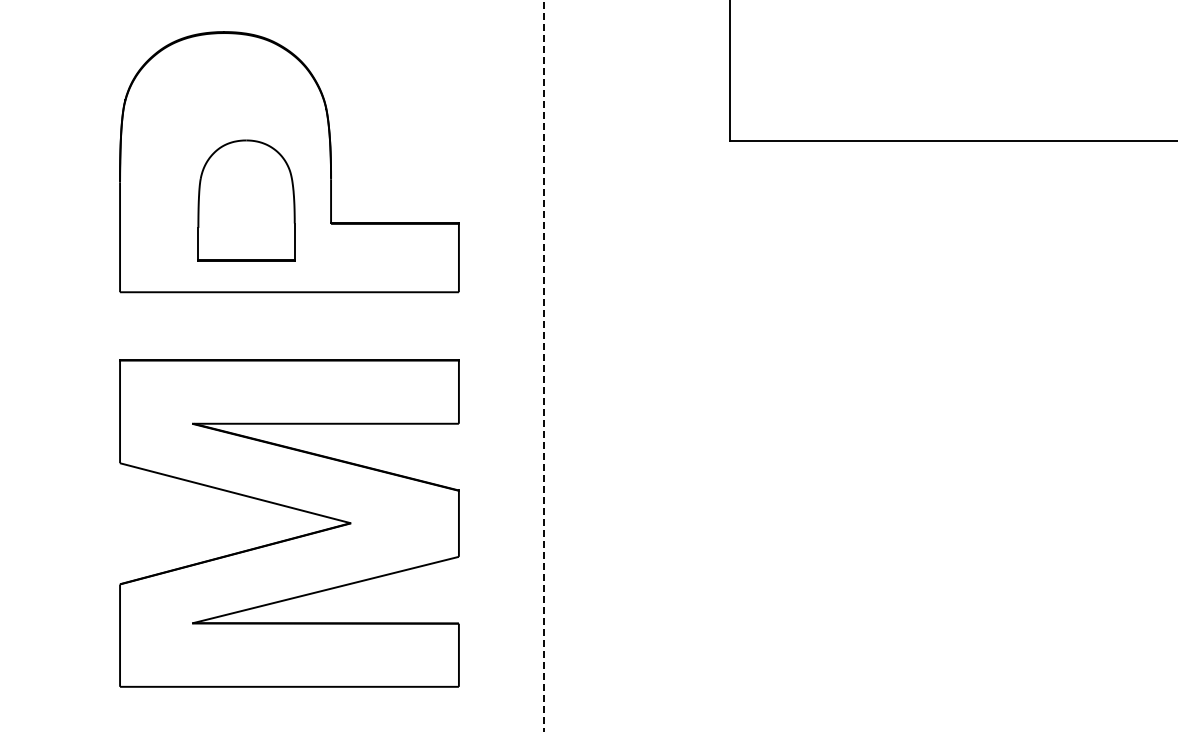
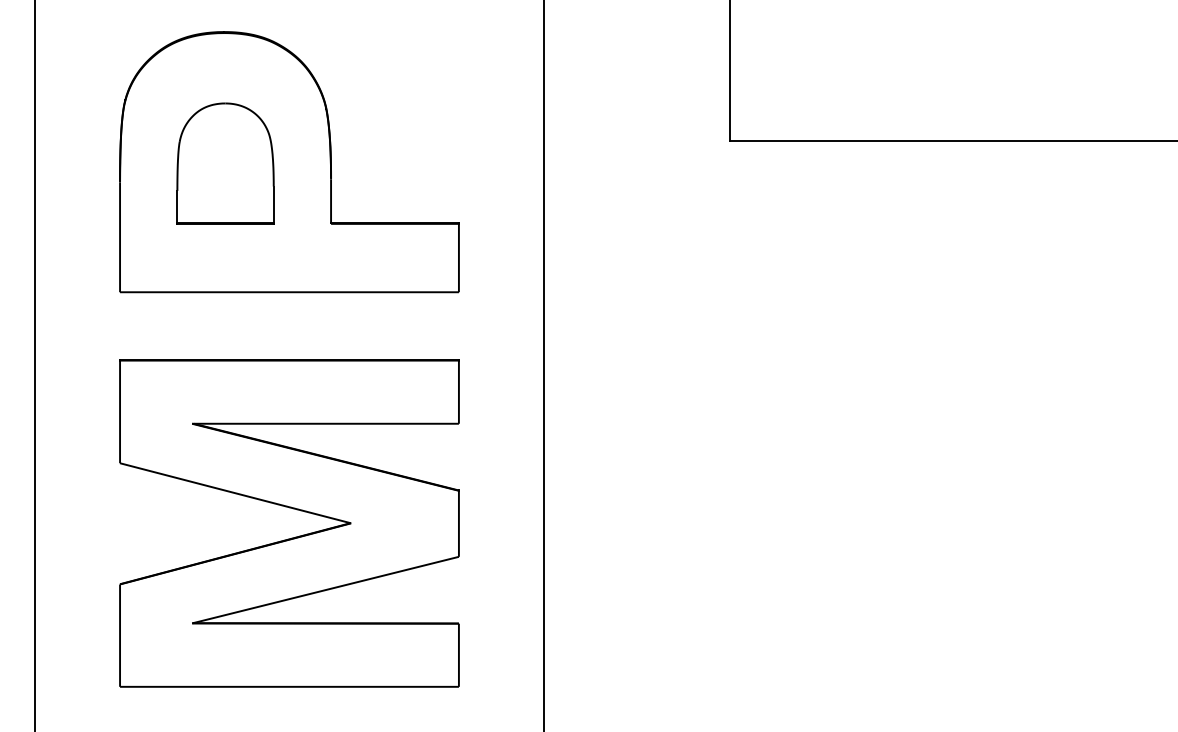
part at (246, 200) position: (246, 200) -> (225, 163)
line at (35, 365): none -> present
line at (543, 366): dashed -> solid
